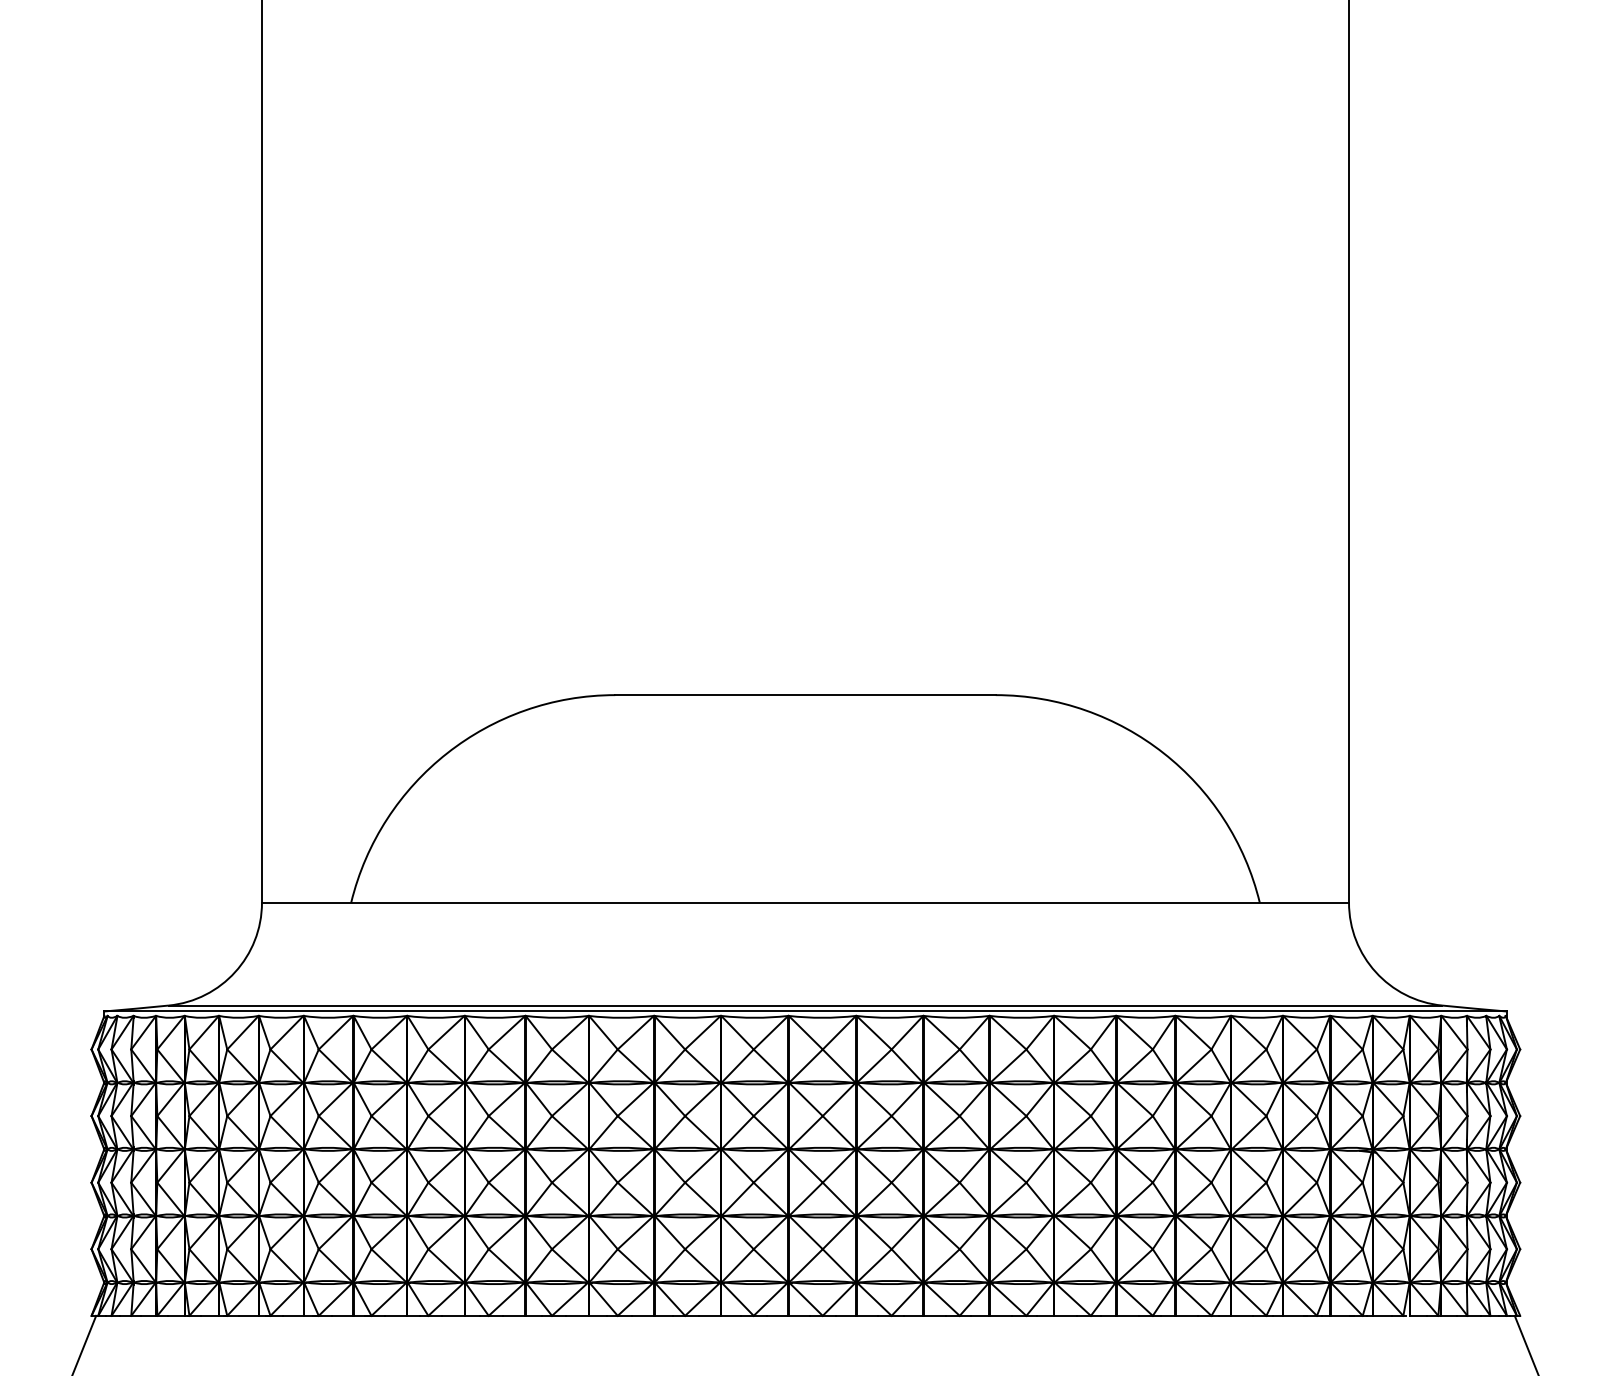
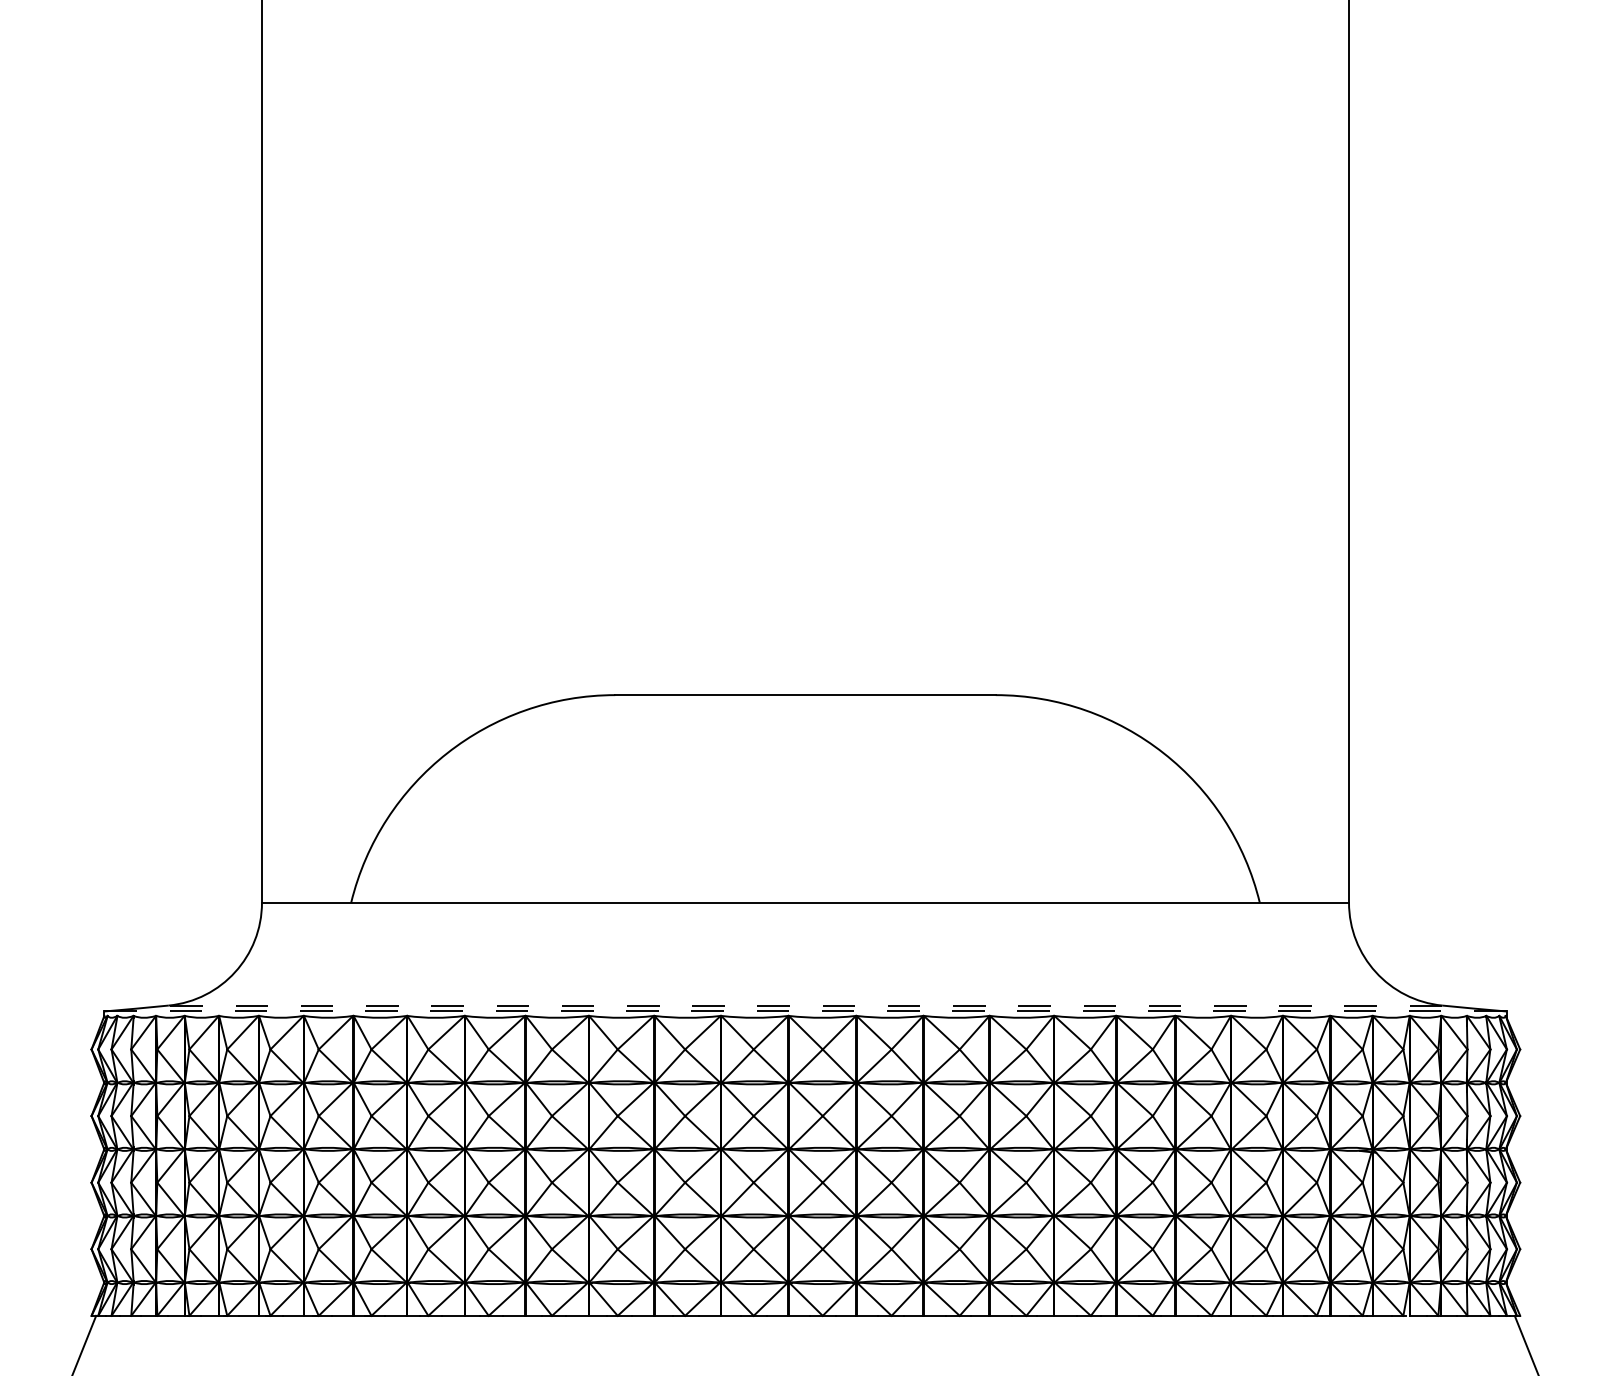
line at (805, 1005): solid -> dashed
line at (804, 1011): solid -> dashed
